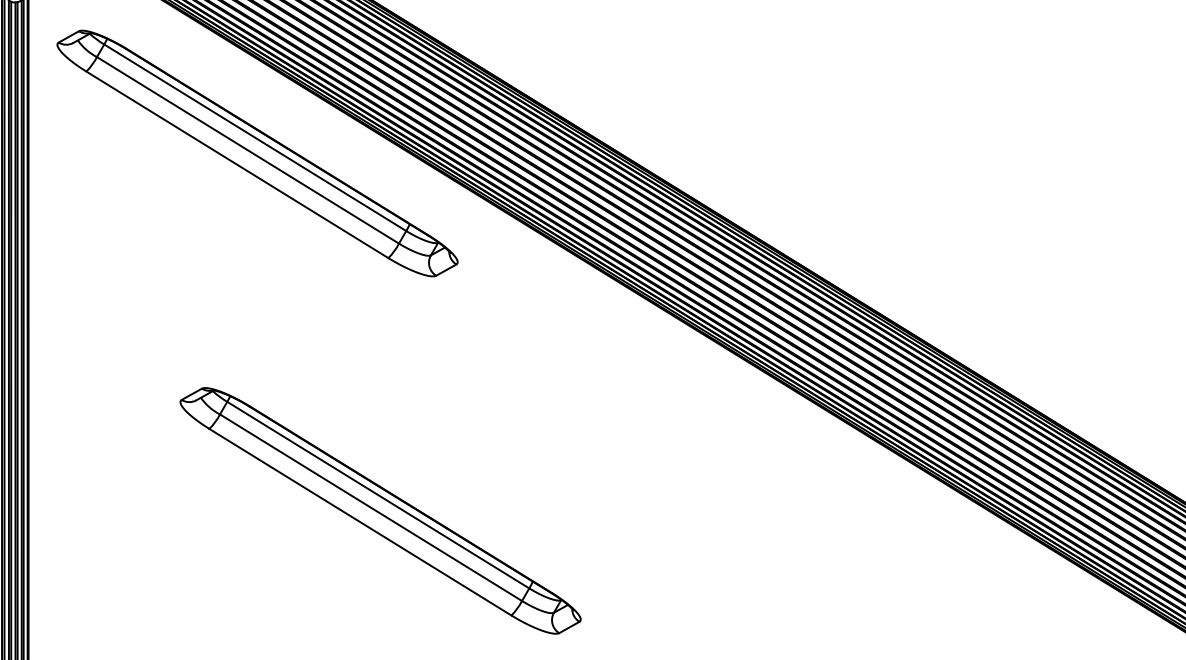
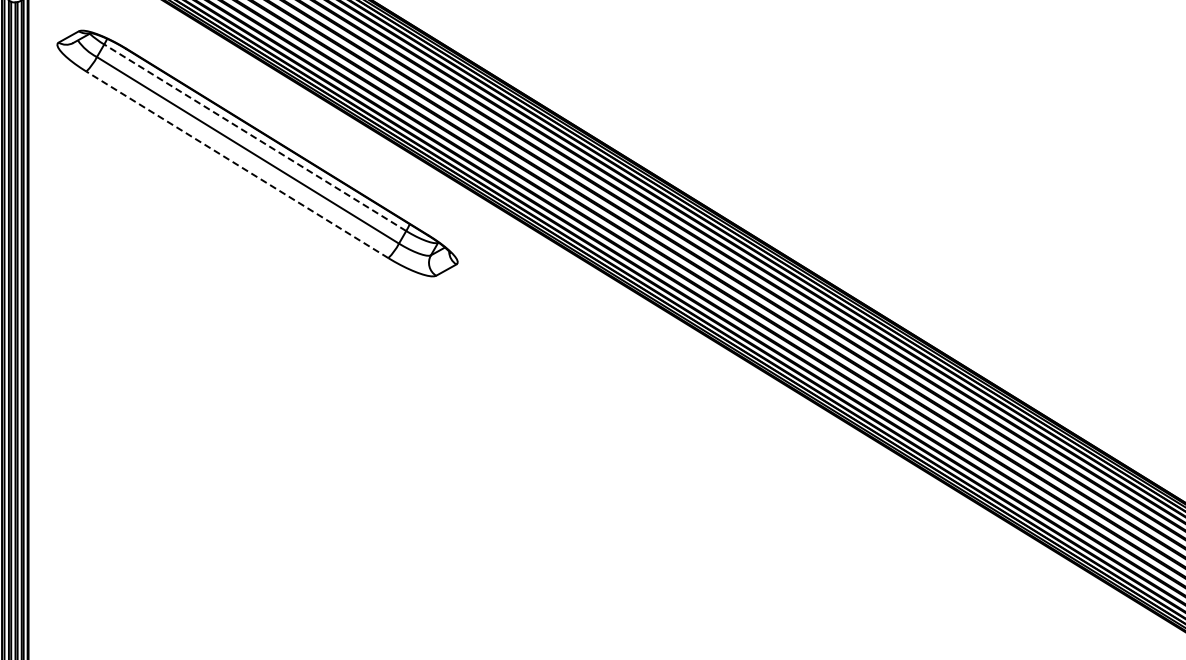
line at (254, 137): solid -> dashed
line at (236, 164): solid -> dashed
part at (380, 510): present -> none
